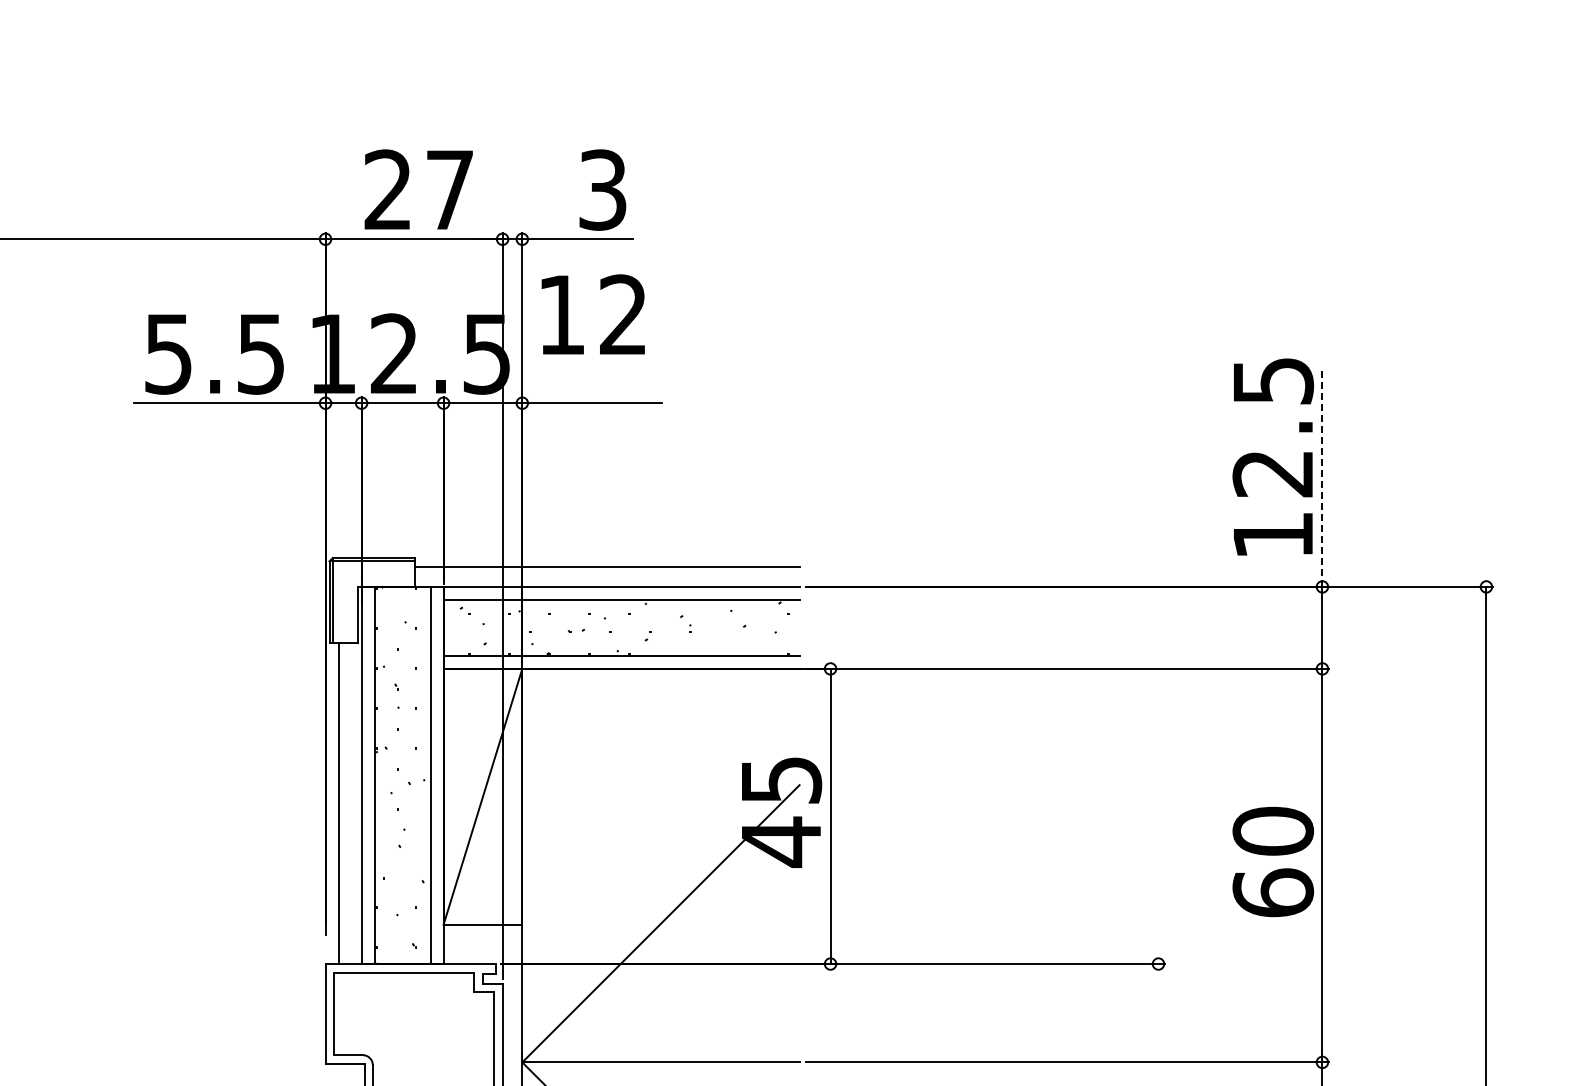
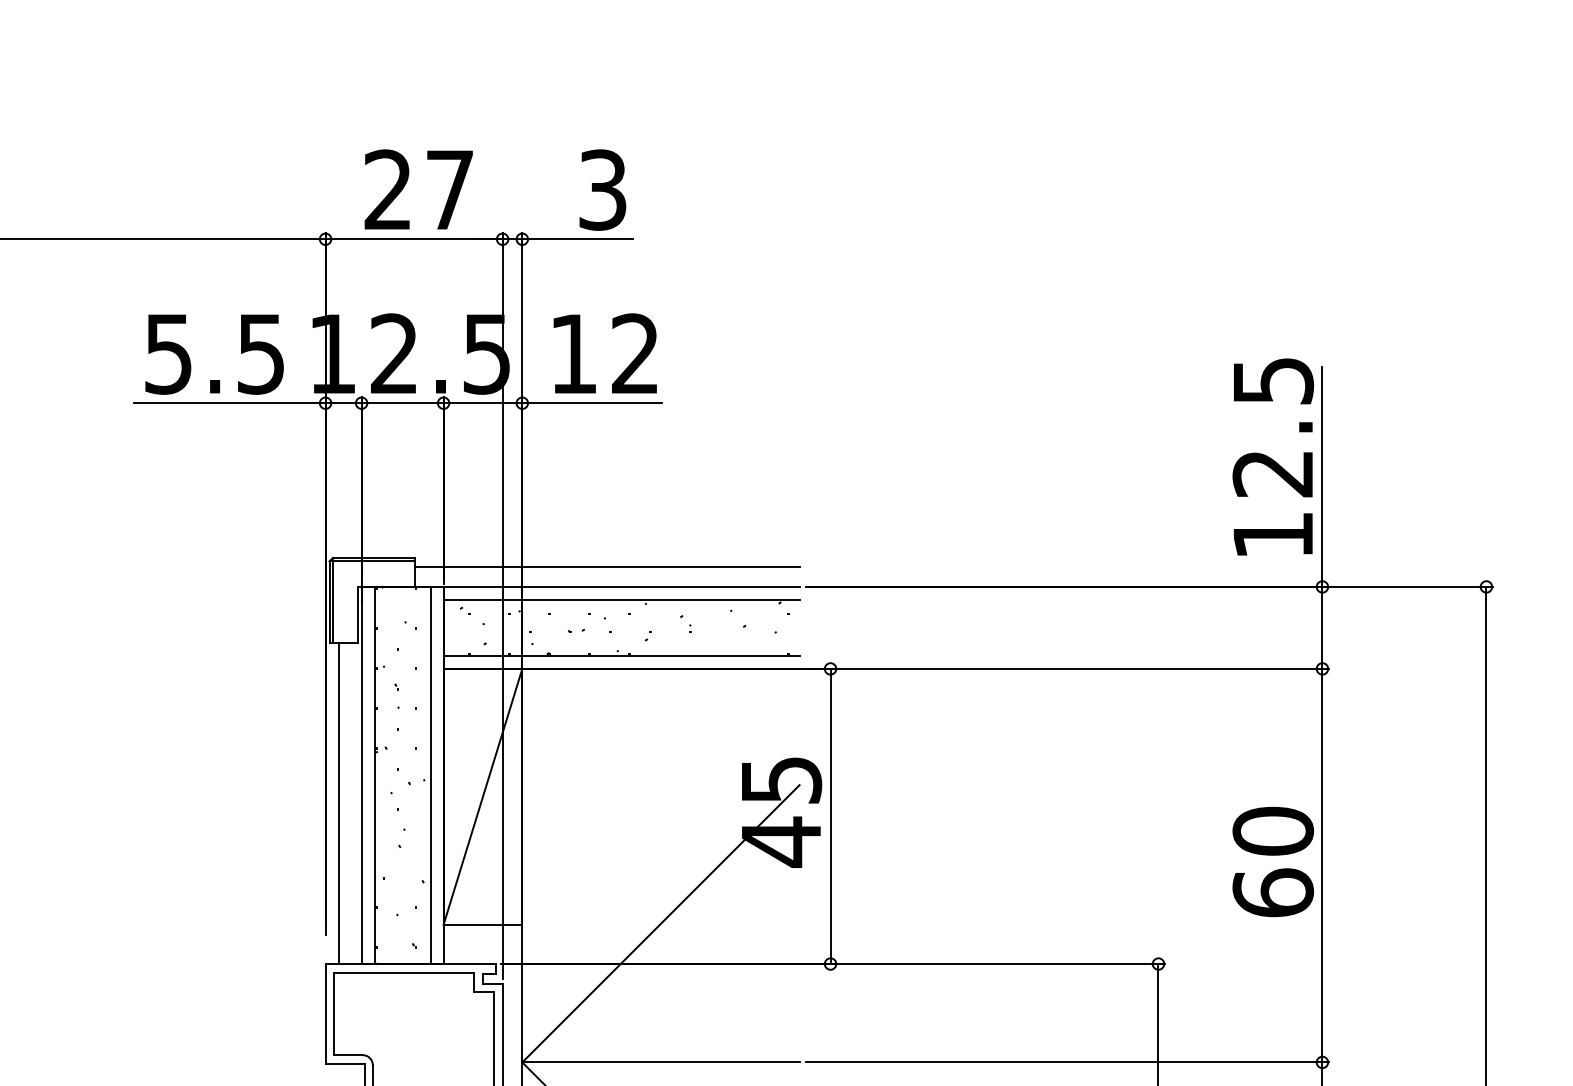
text at (592, 314) position: (592, 314) -> (604, 353)
line at (1322, 477): dashed -> solid
line at (1158, 1023): none -> present
